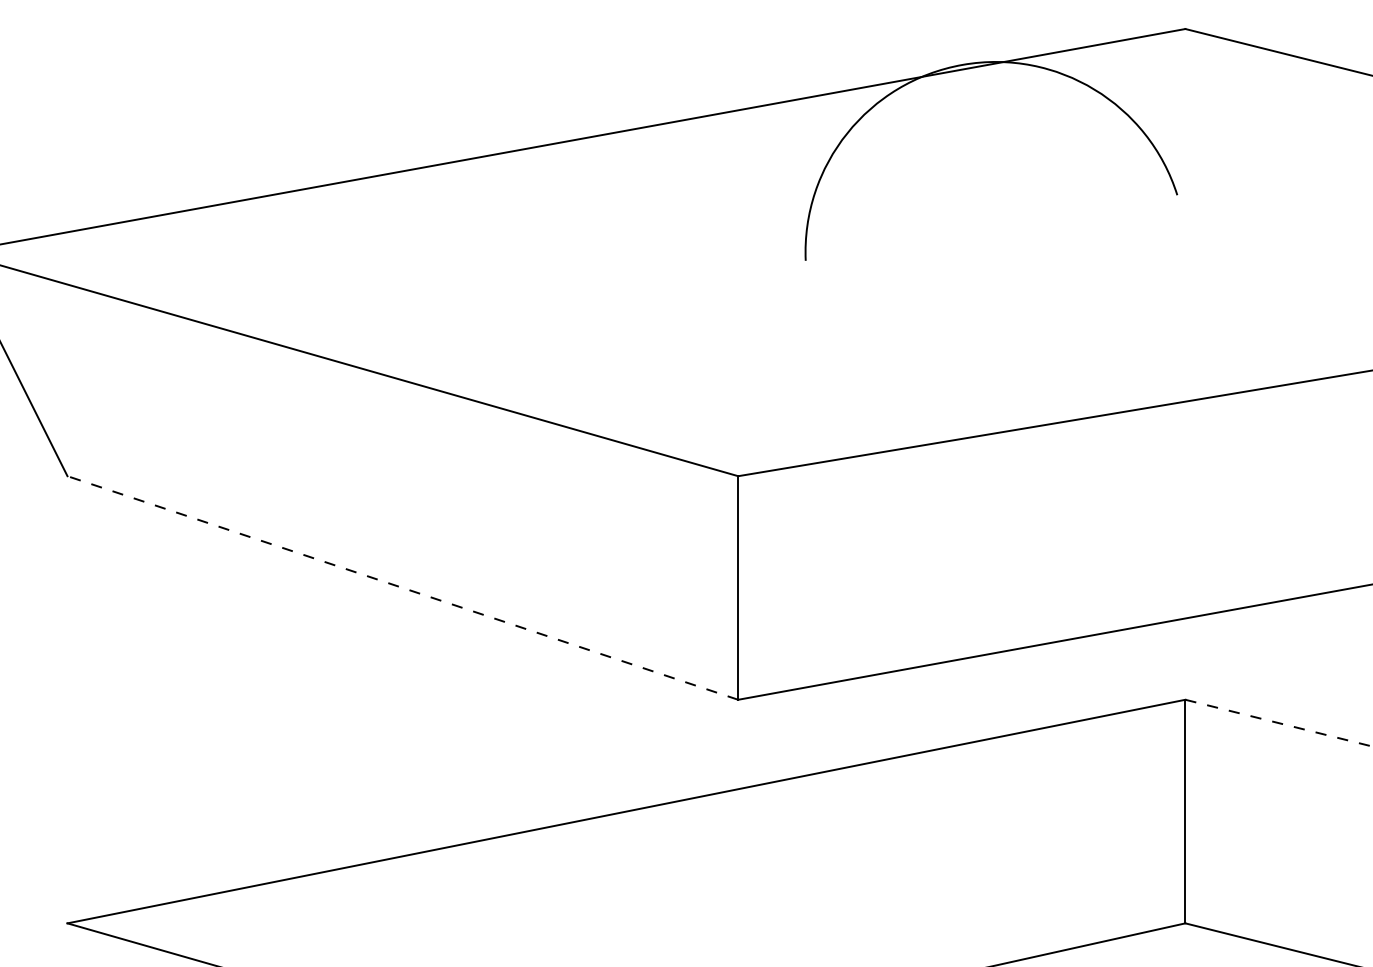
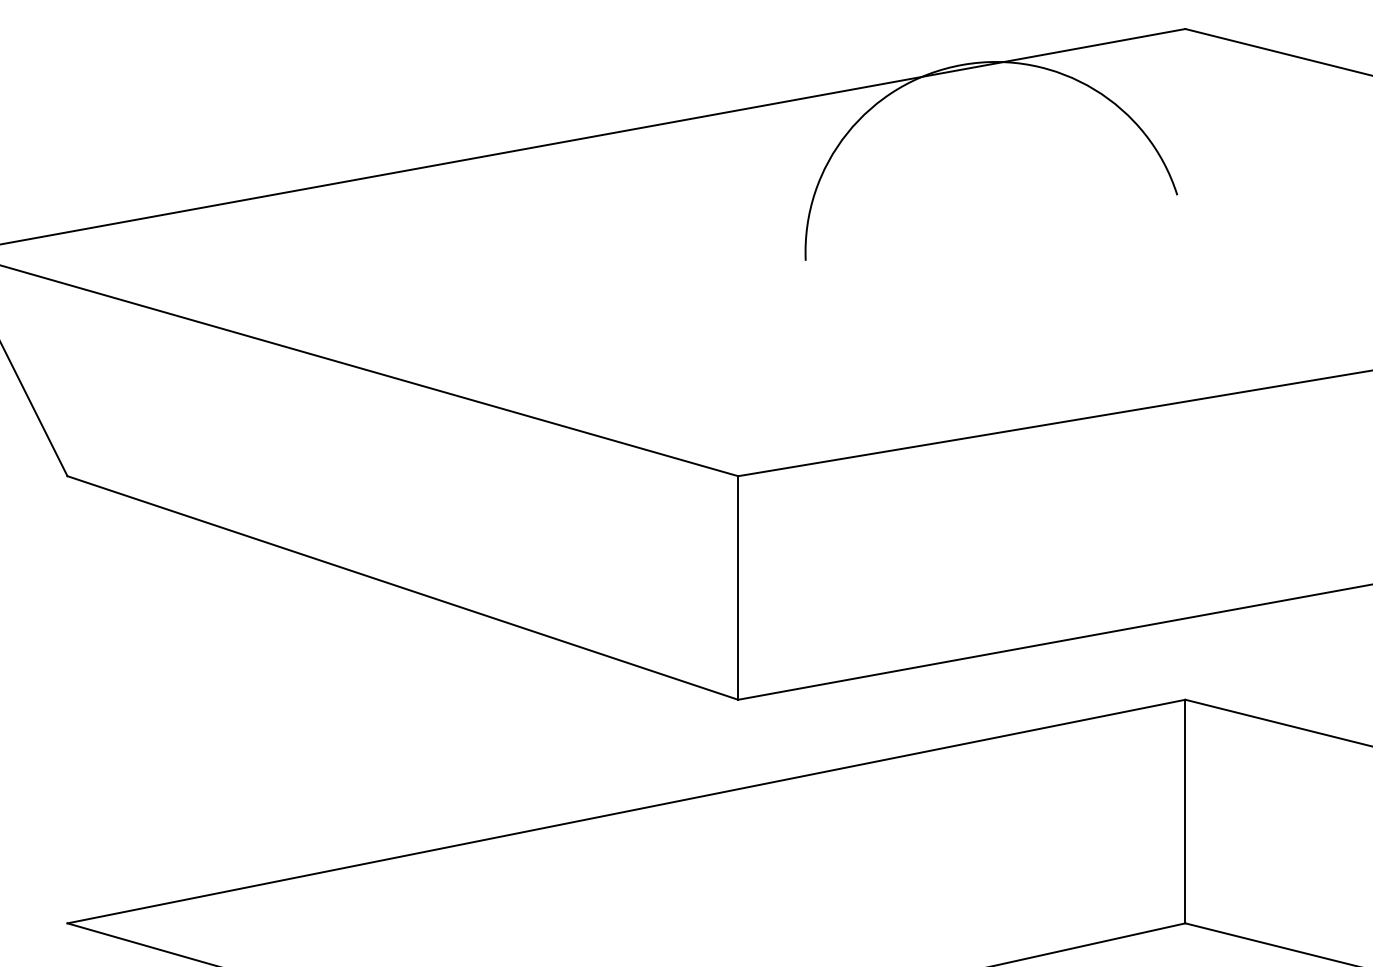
line at (402, 587): dashed -> solid
line at (1279, 723): dashed -> solid
